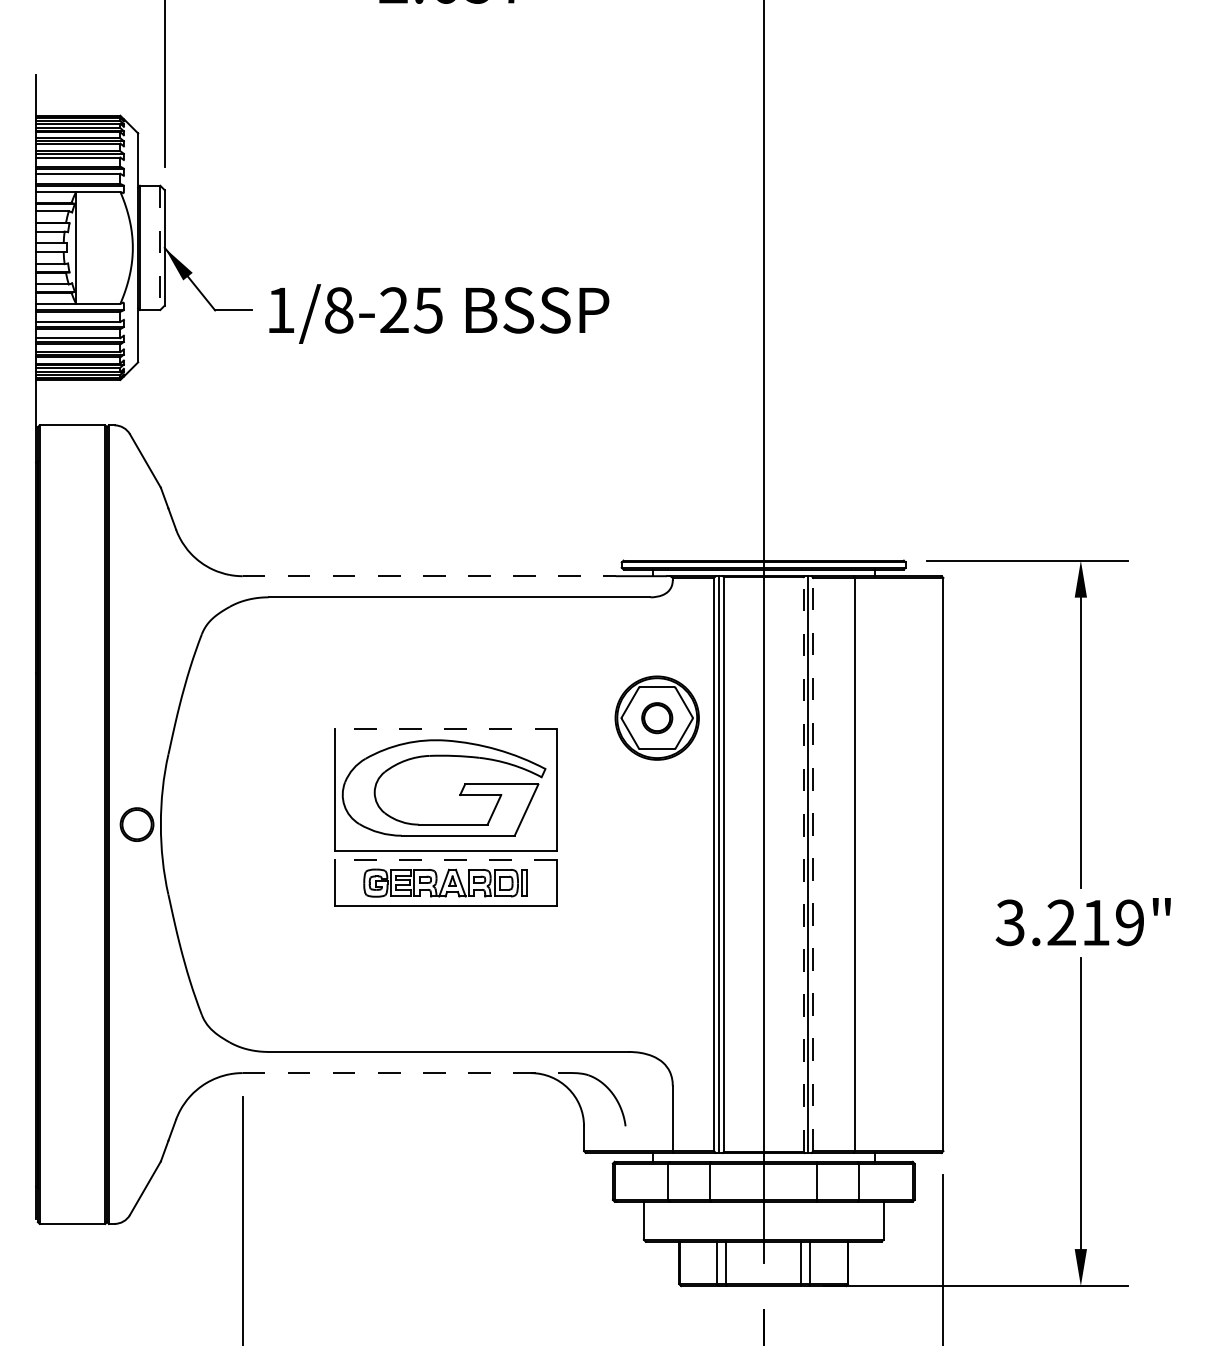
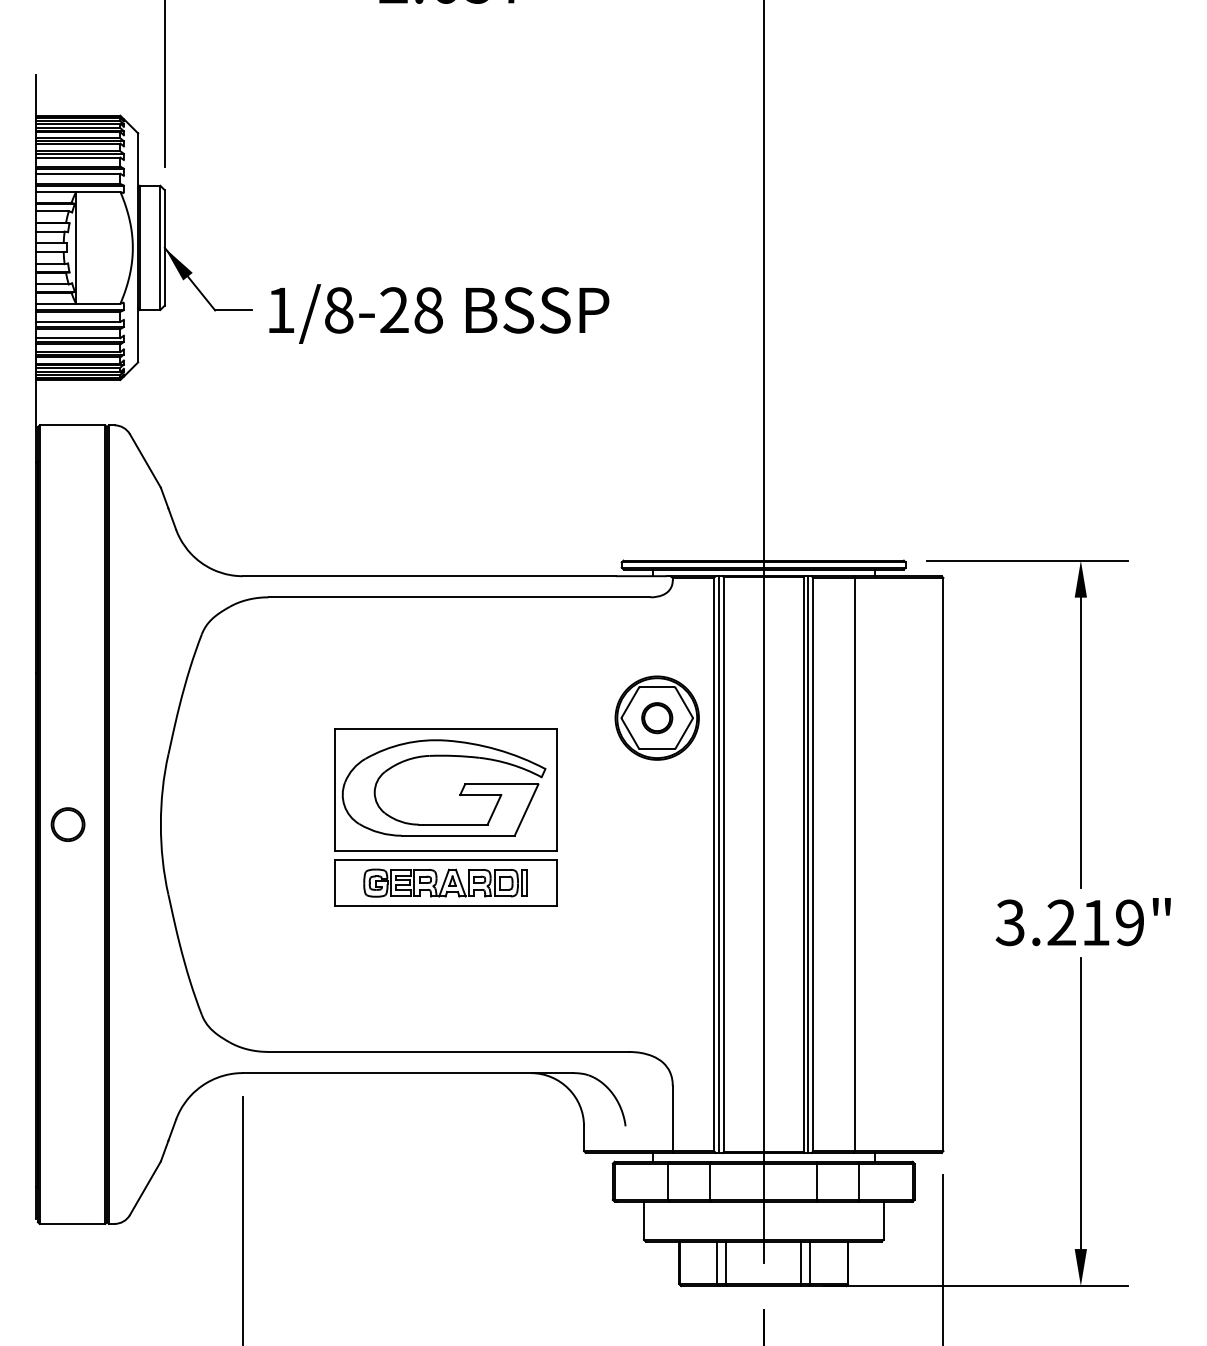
line at (160, 248): dashed -> solid
text at (427, 310): 1/8-25 -> 1/8-28
line at (429, 576): dashed -> solid
line at (446, 728): dashed -> solid
part at (136, 824) position: (136, 824) -> (67, 824)
line at (445, 859): dashed -> solid
line at (803, 864): dashed -> solid
line at (813, 864): dashed -> solid
line at (408, 1073): dashed -> solid
